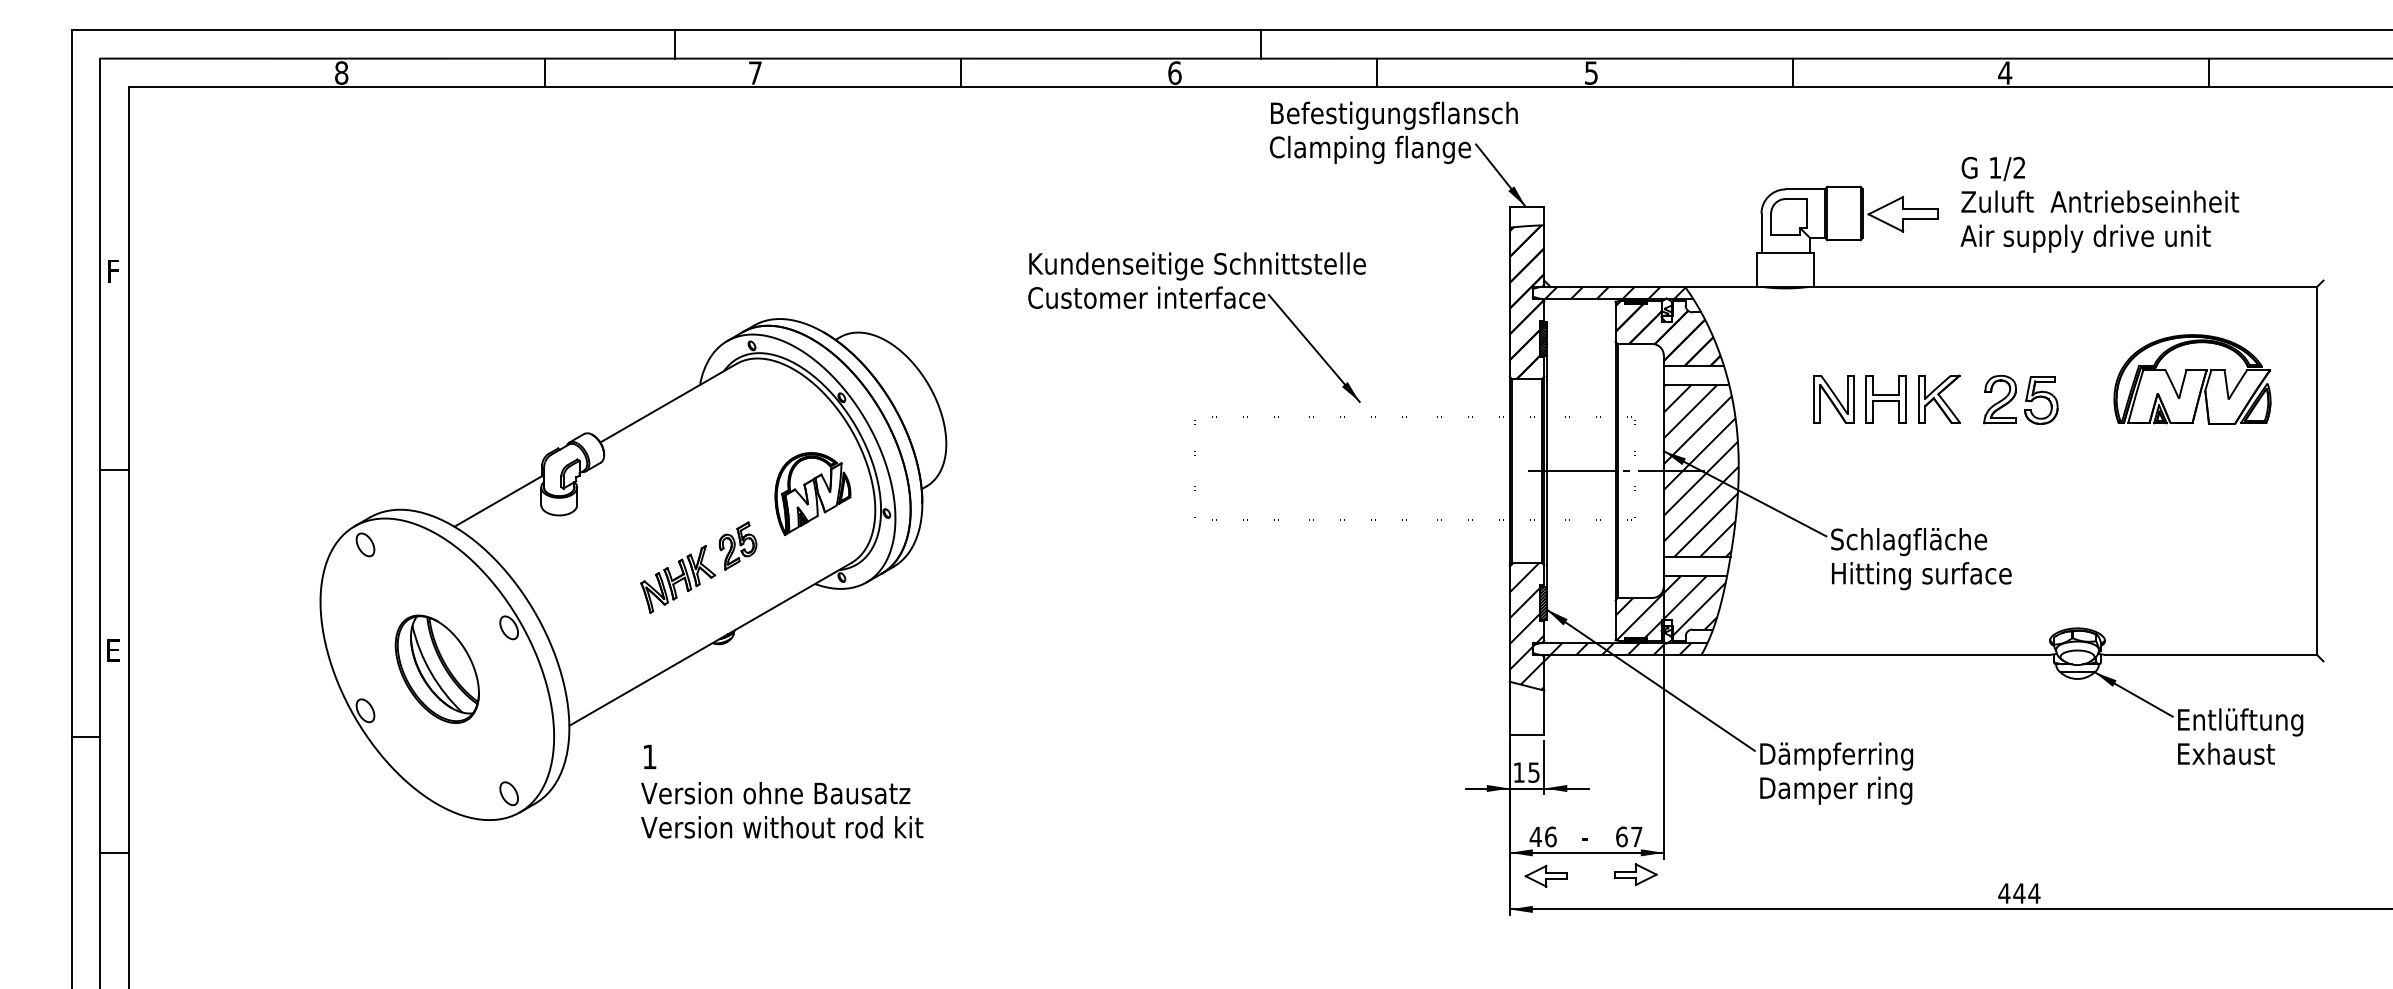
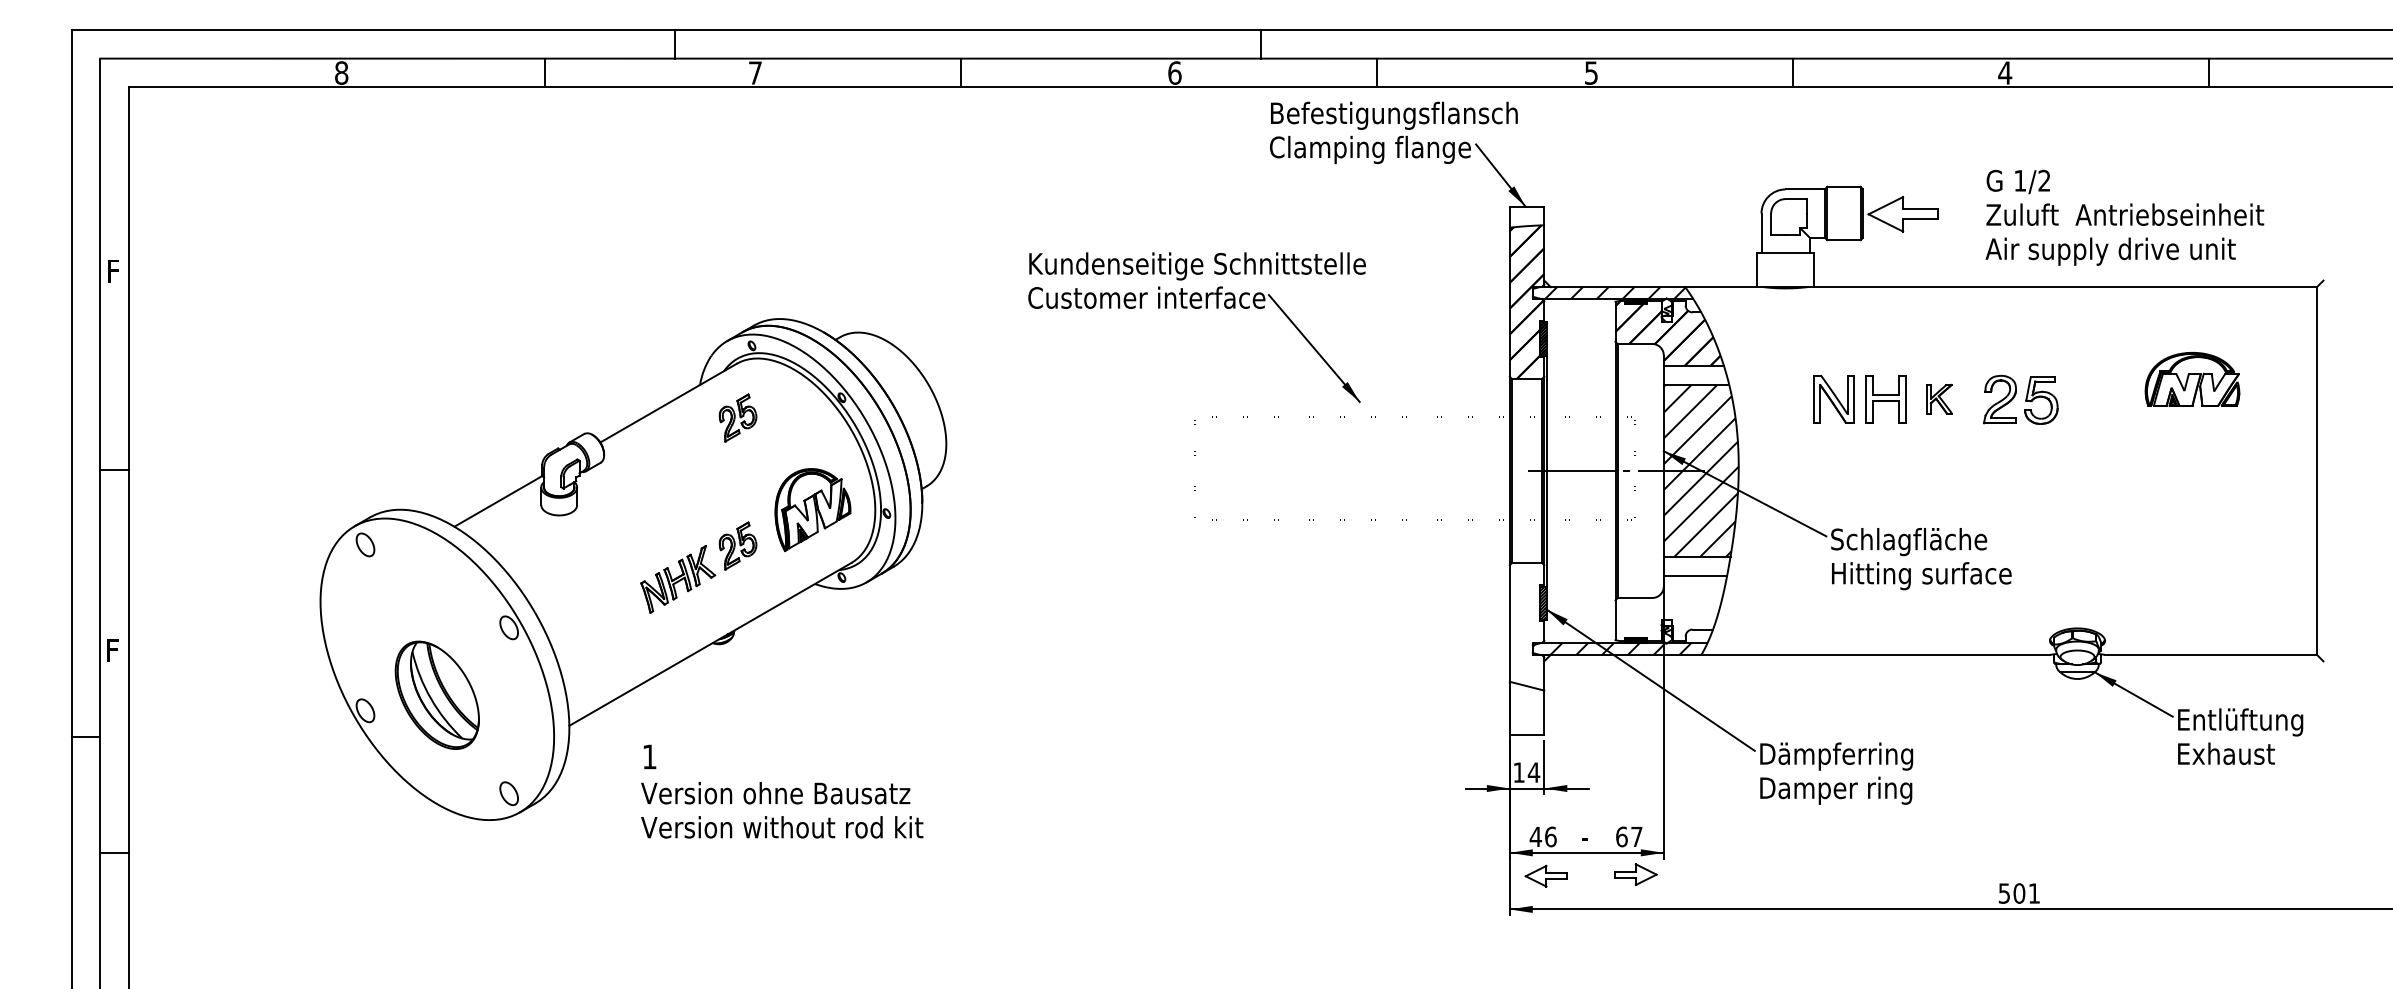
text at (2099, 204) position: (2099, 204) -> (2124, 217)
part at (2192, 379) size: 159x91 px -> 97x55 px
part at (1939, 398) size: 43x50 px -> 27x32 px
part at (737, 417): none -> present
part at (812, 494) position: (812, 494) -> (812, 510)
hatch at (1670, 608): present -> none
hatch at (1526, 625): present -> none
text at (114, 650): E -> F
part at (436, 668) position: (436, 668) -> (436, 694)
text at (1533, 772): 15 -> 14
text at (2019, 893): 444 -> 501
